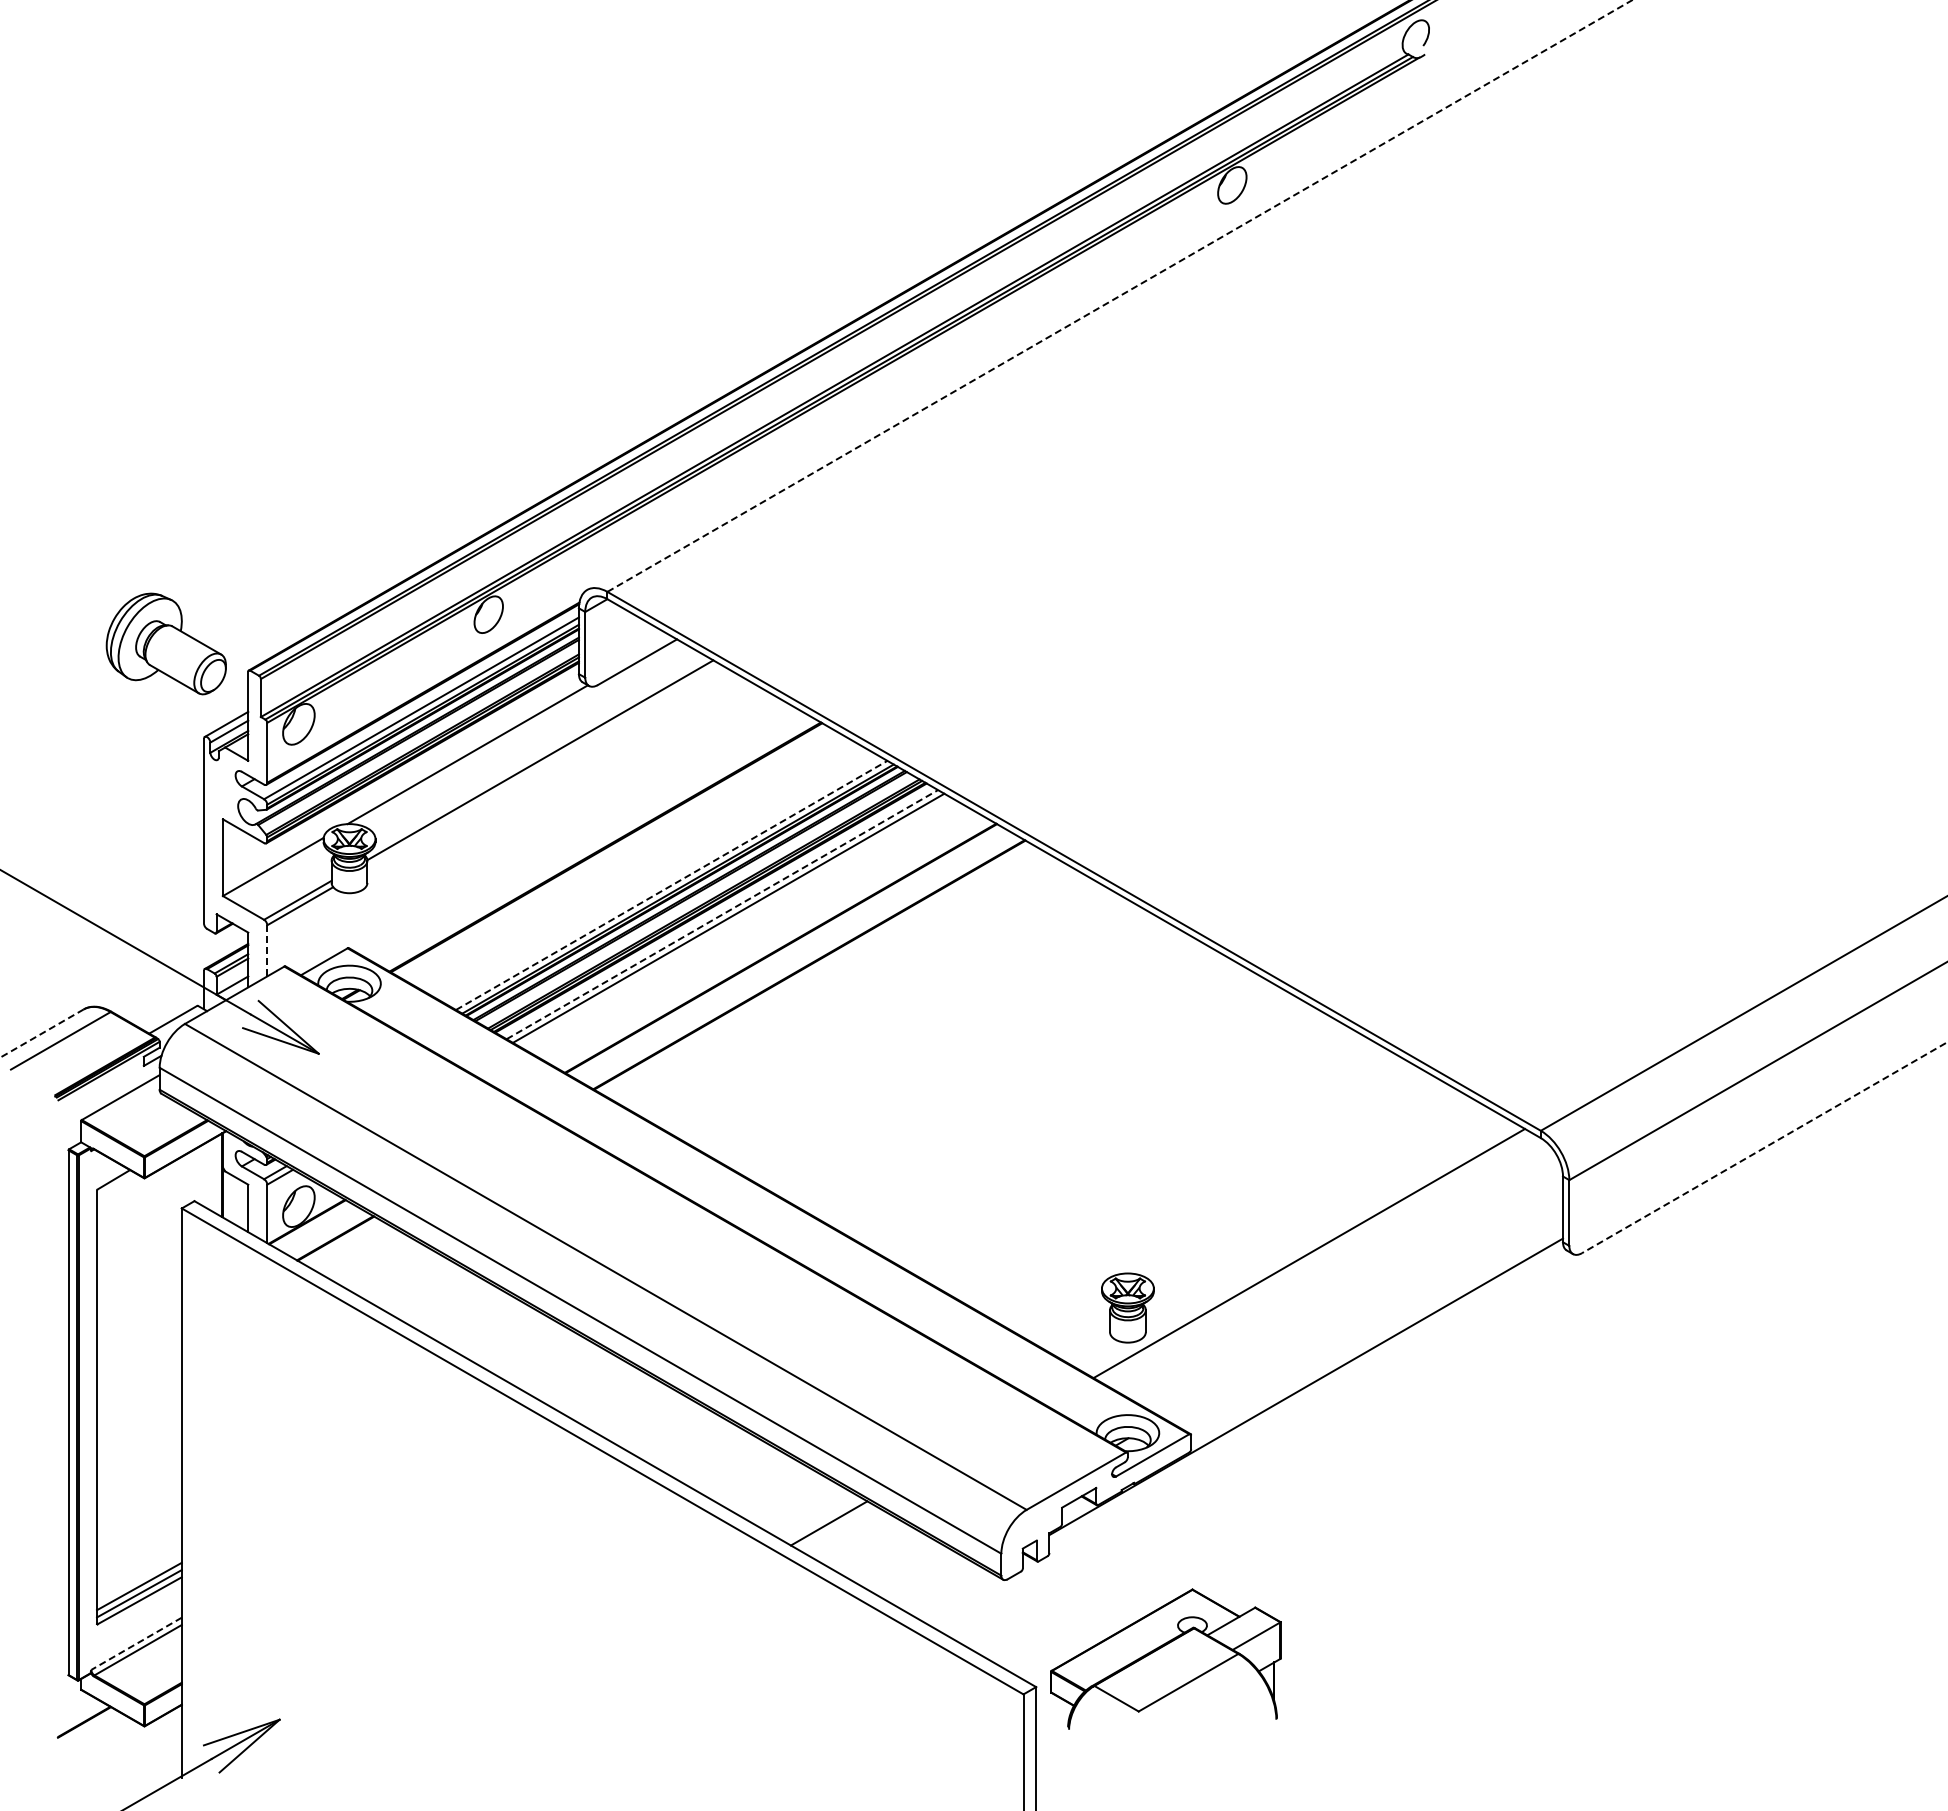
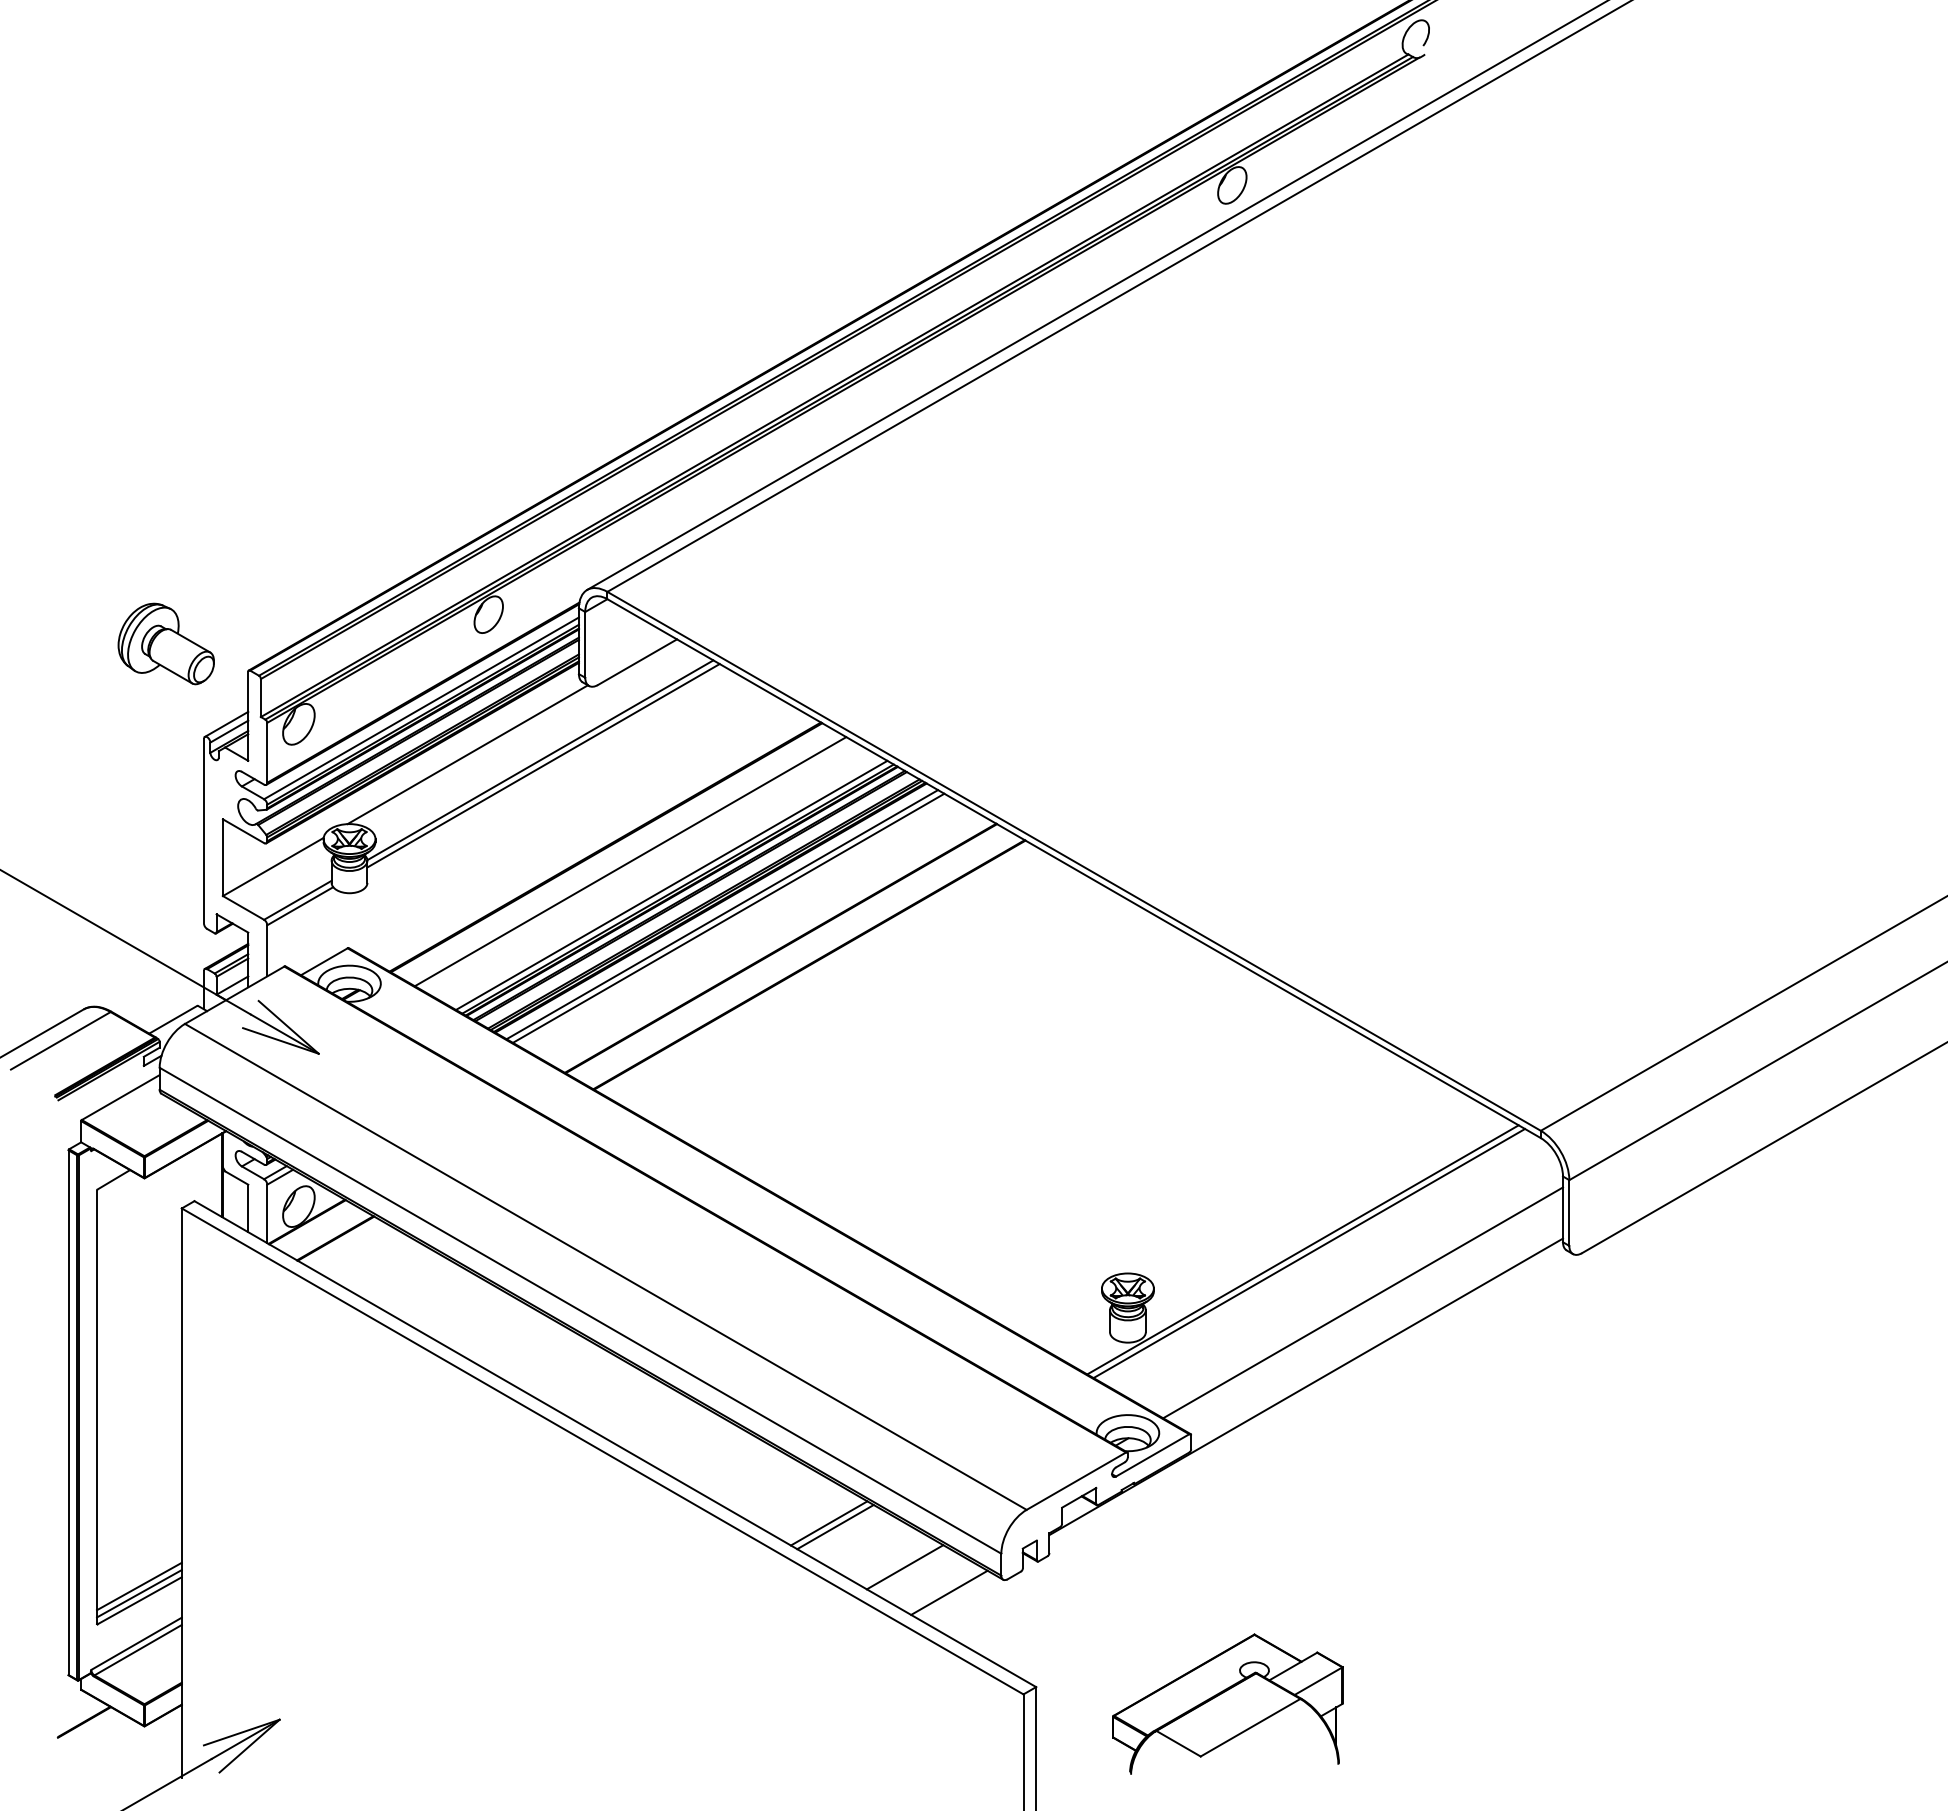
line at (1096, 295): none -> present
line at (1120, 295): dashed -> solid
part at (165, 643) size: 122x104 px -> 98x84 px
line at (543, 765): none -> present
line at (630, 861): none -> present
line at (672, 885): dashed -> solid
line at (722, 914): dashed -> solid
line at (267, 950): dashed -> solid
line at (41, 1033): dashed -> solid
line at (1764, 1147): dashed -> solid
line at (1302, 1249): none -> present
line at (1363, 1302): none -> present
line at (835, 1527): none -> present
line at (904, 1567): none -> present
line at (949, 1592): none -> present
line at (136, 1644): dashed -> solid
part at (1165, 1658) position: (1165, 1658) -> (1227, 1703)
